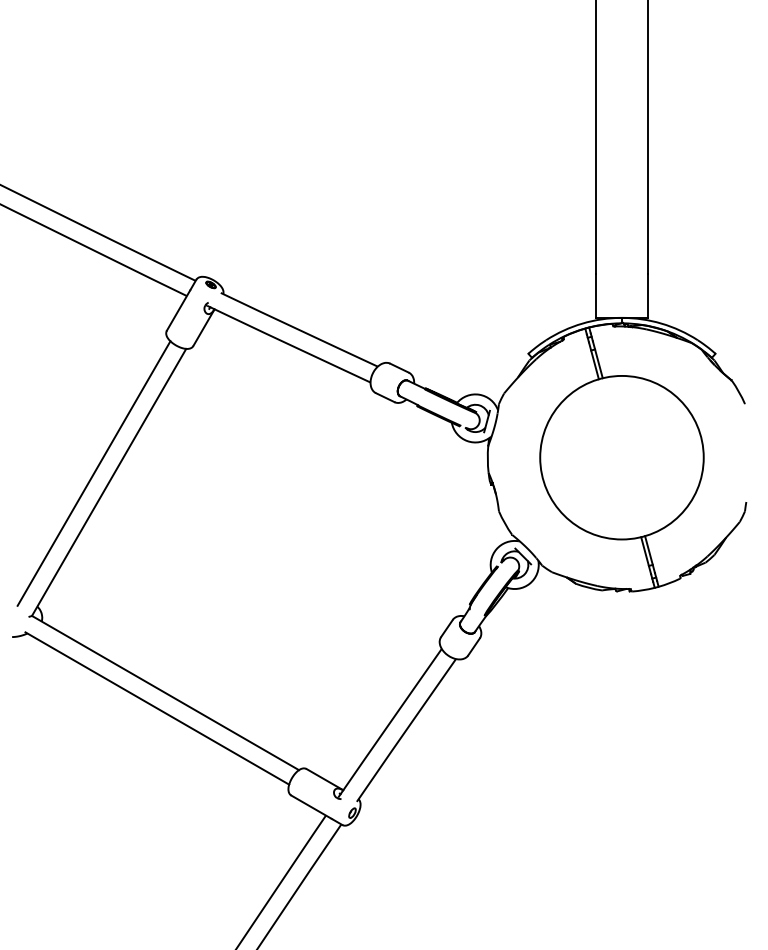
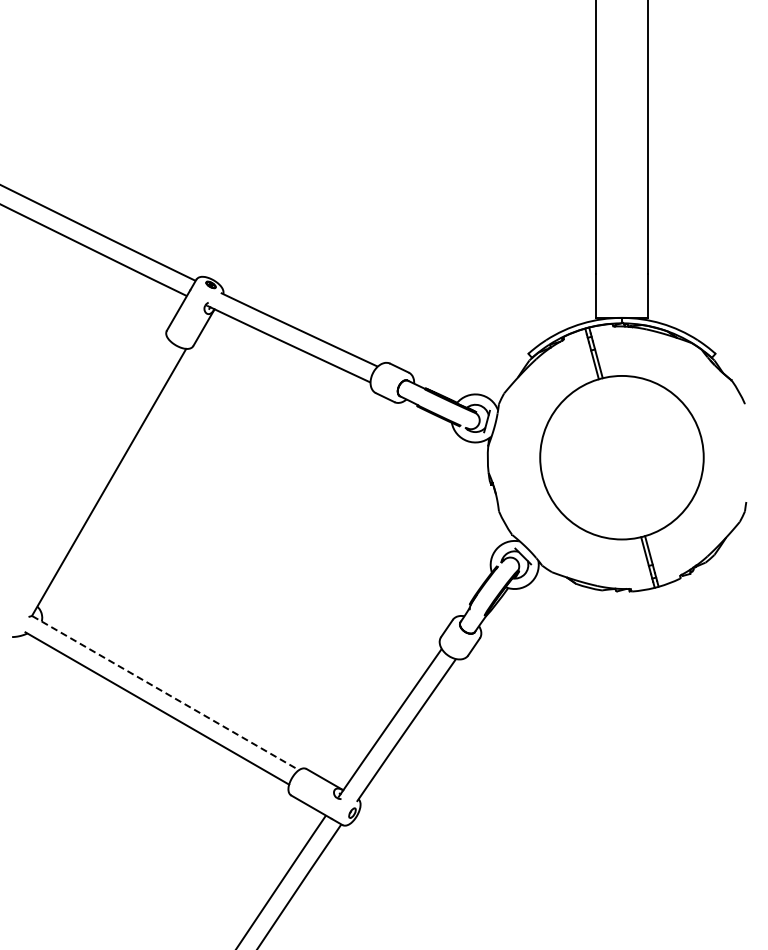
line at (93, 473): present -> none
line at (166, 693): solid -> dashed
